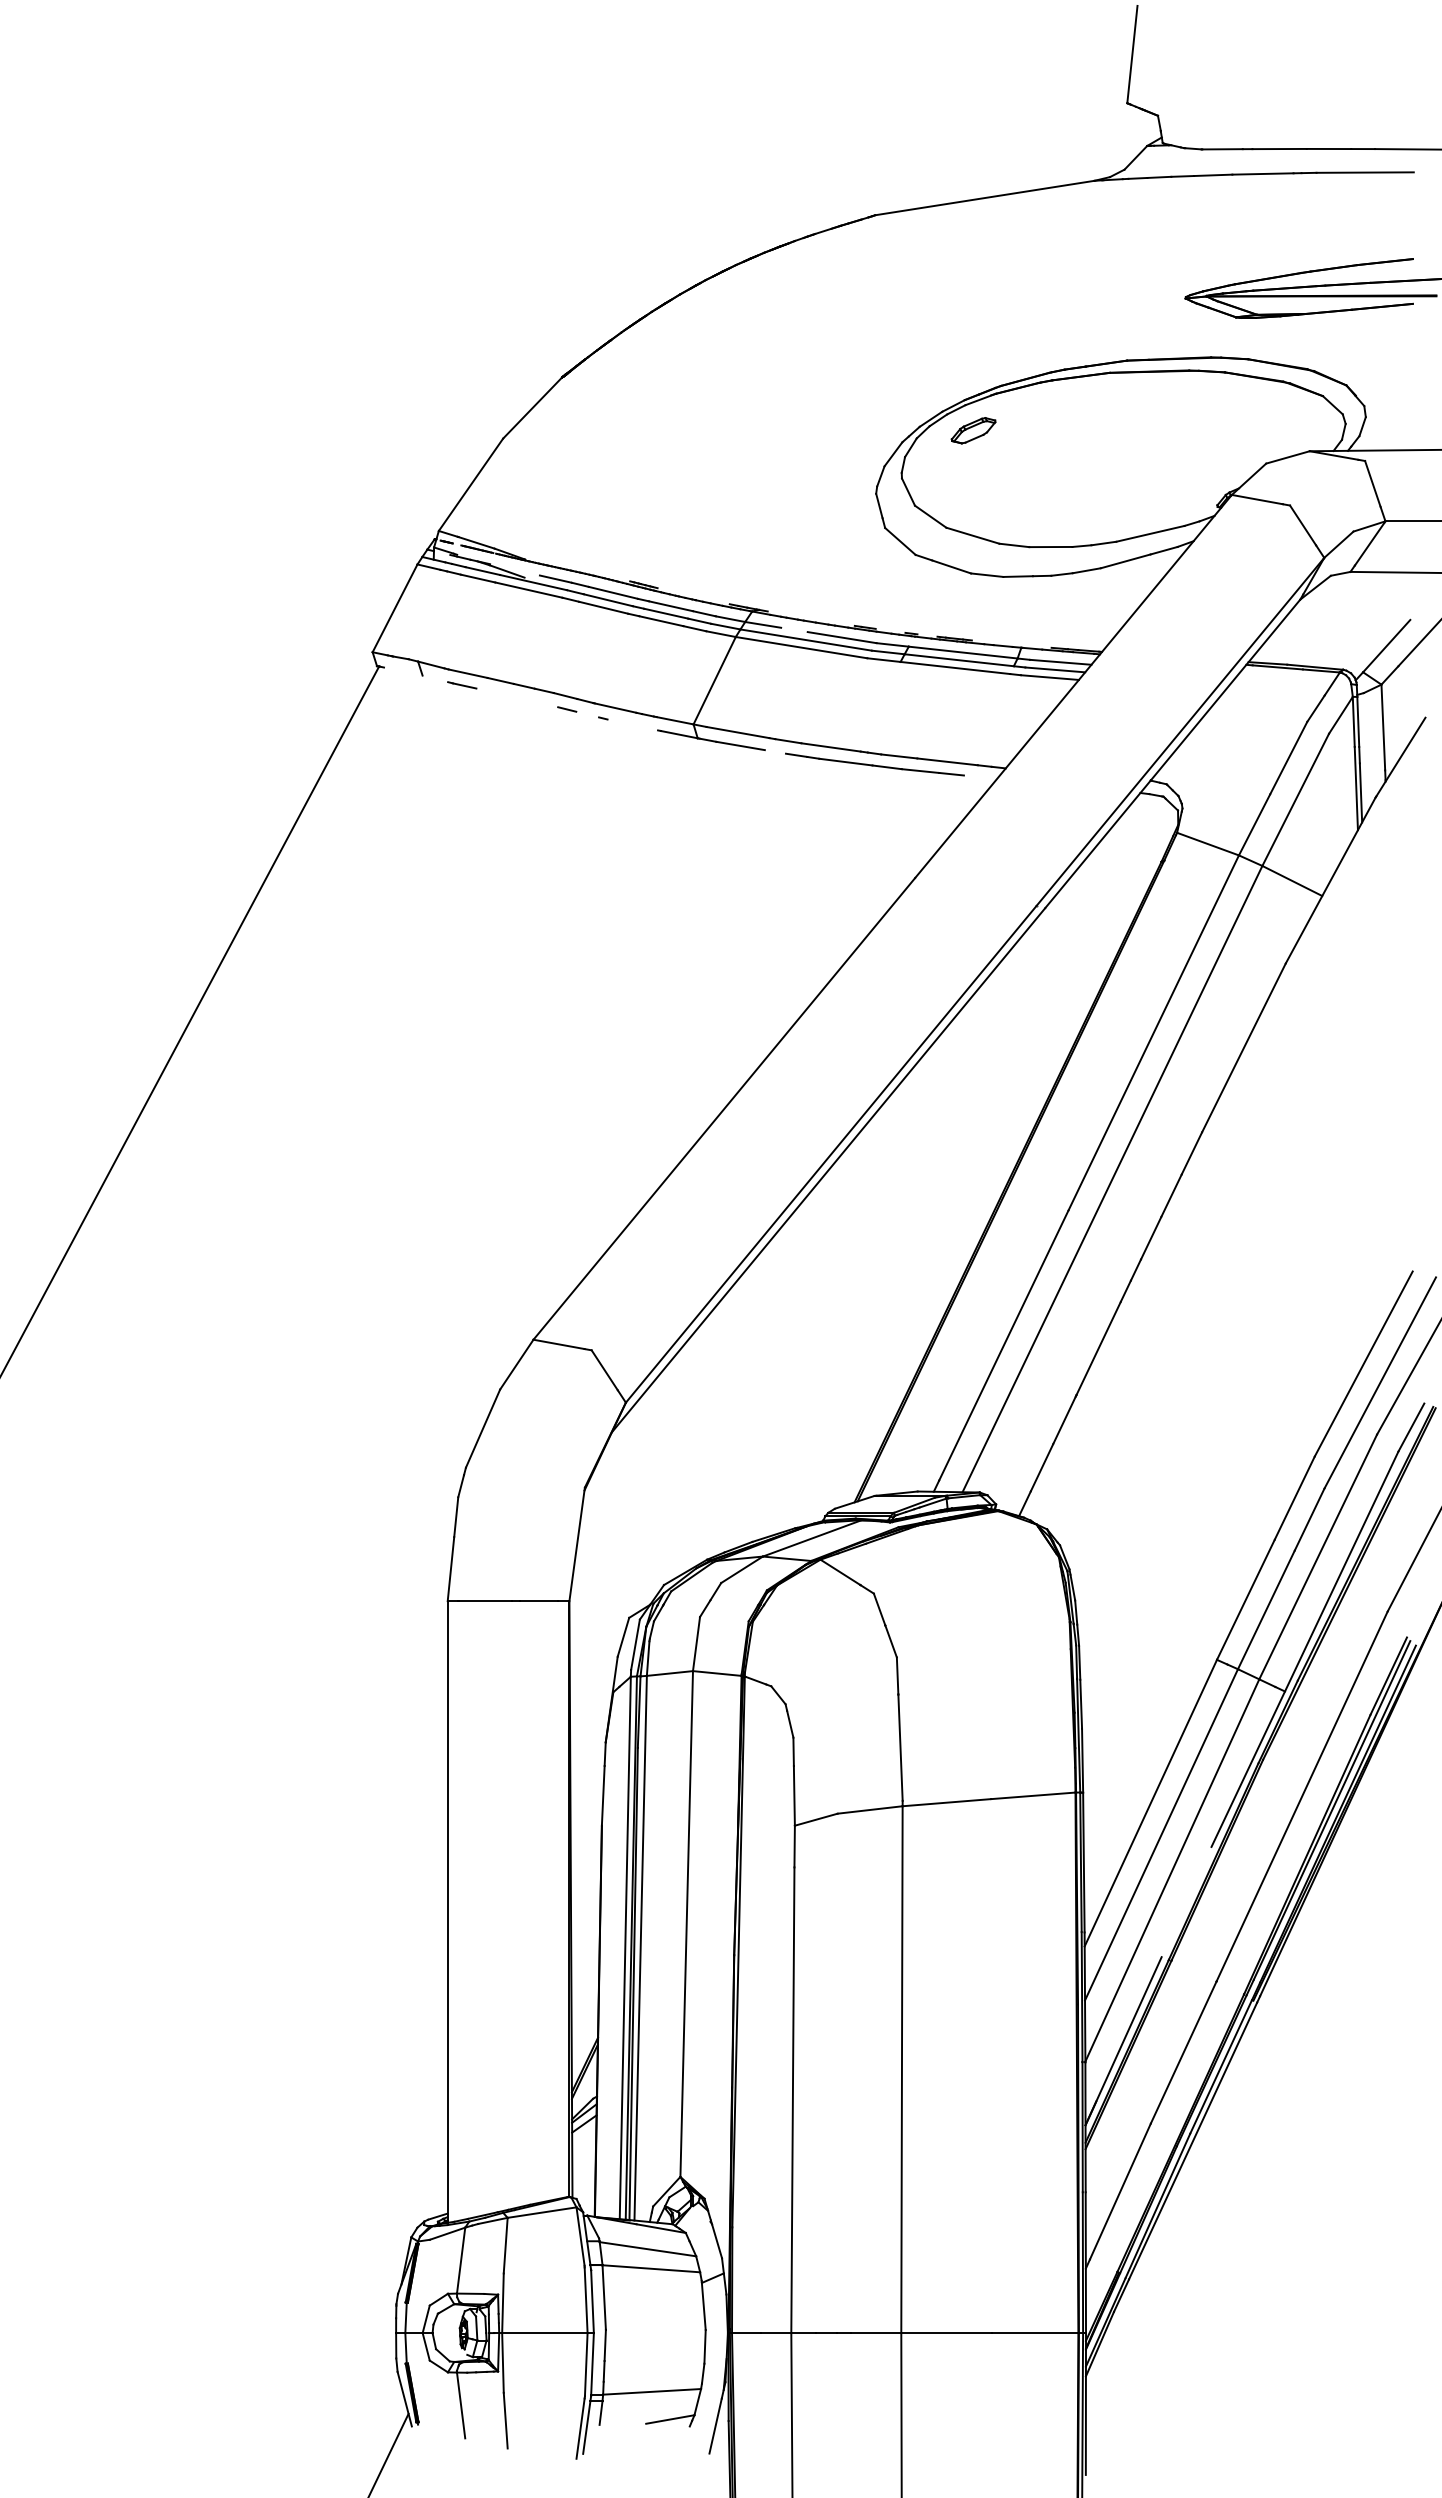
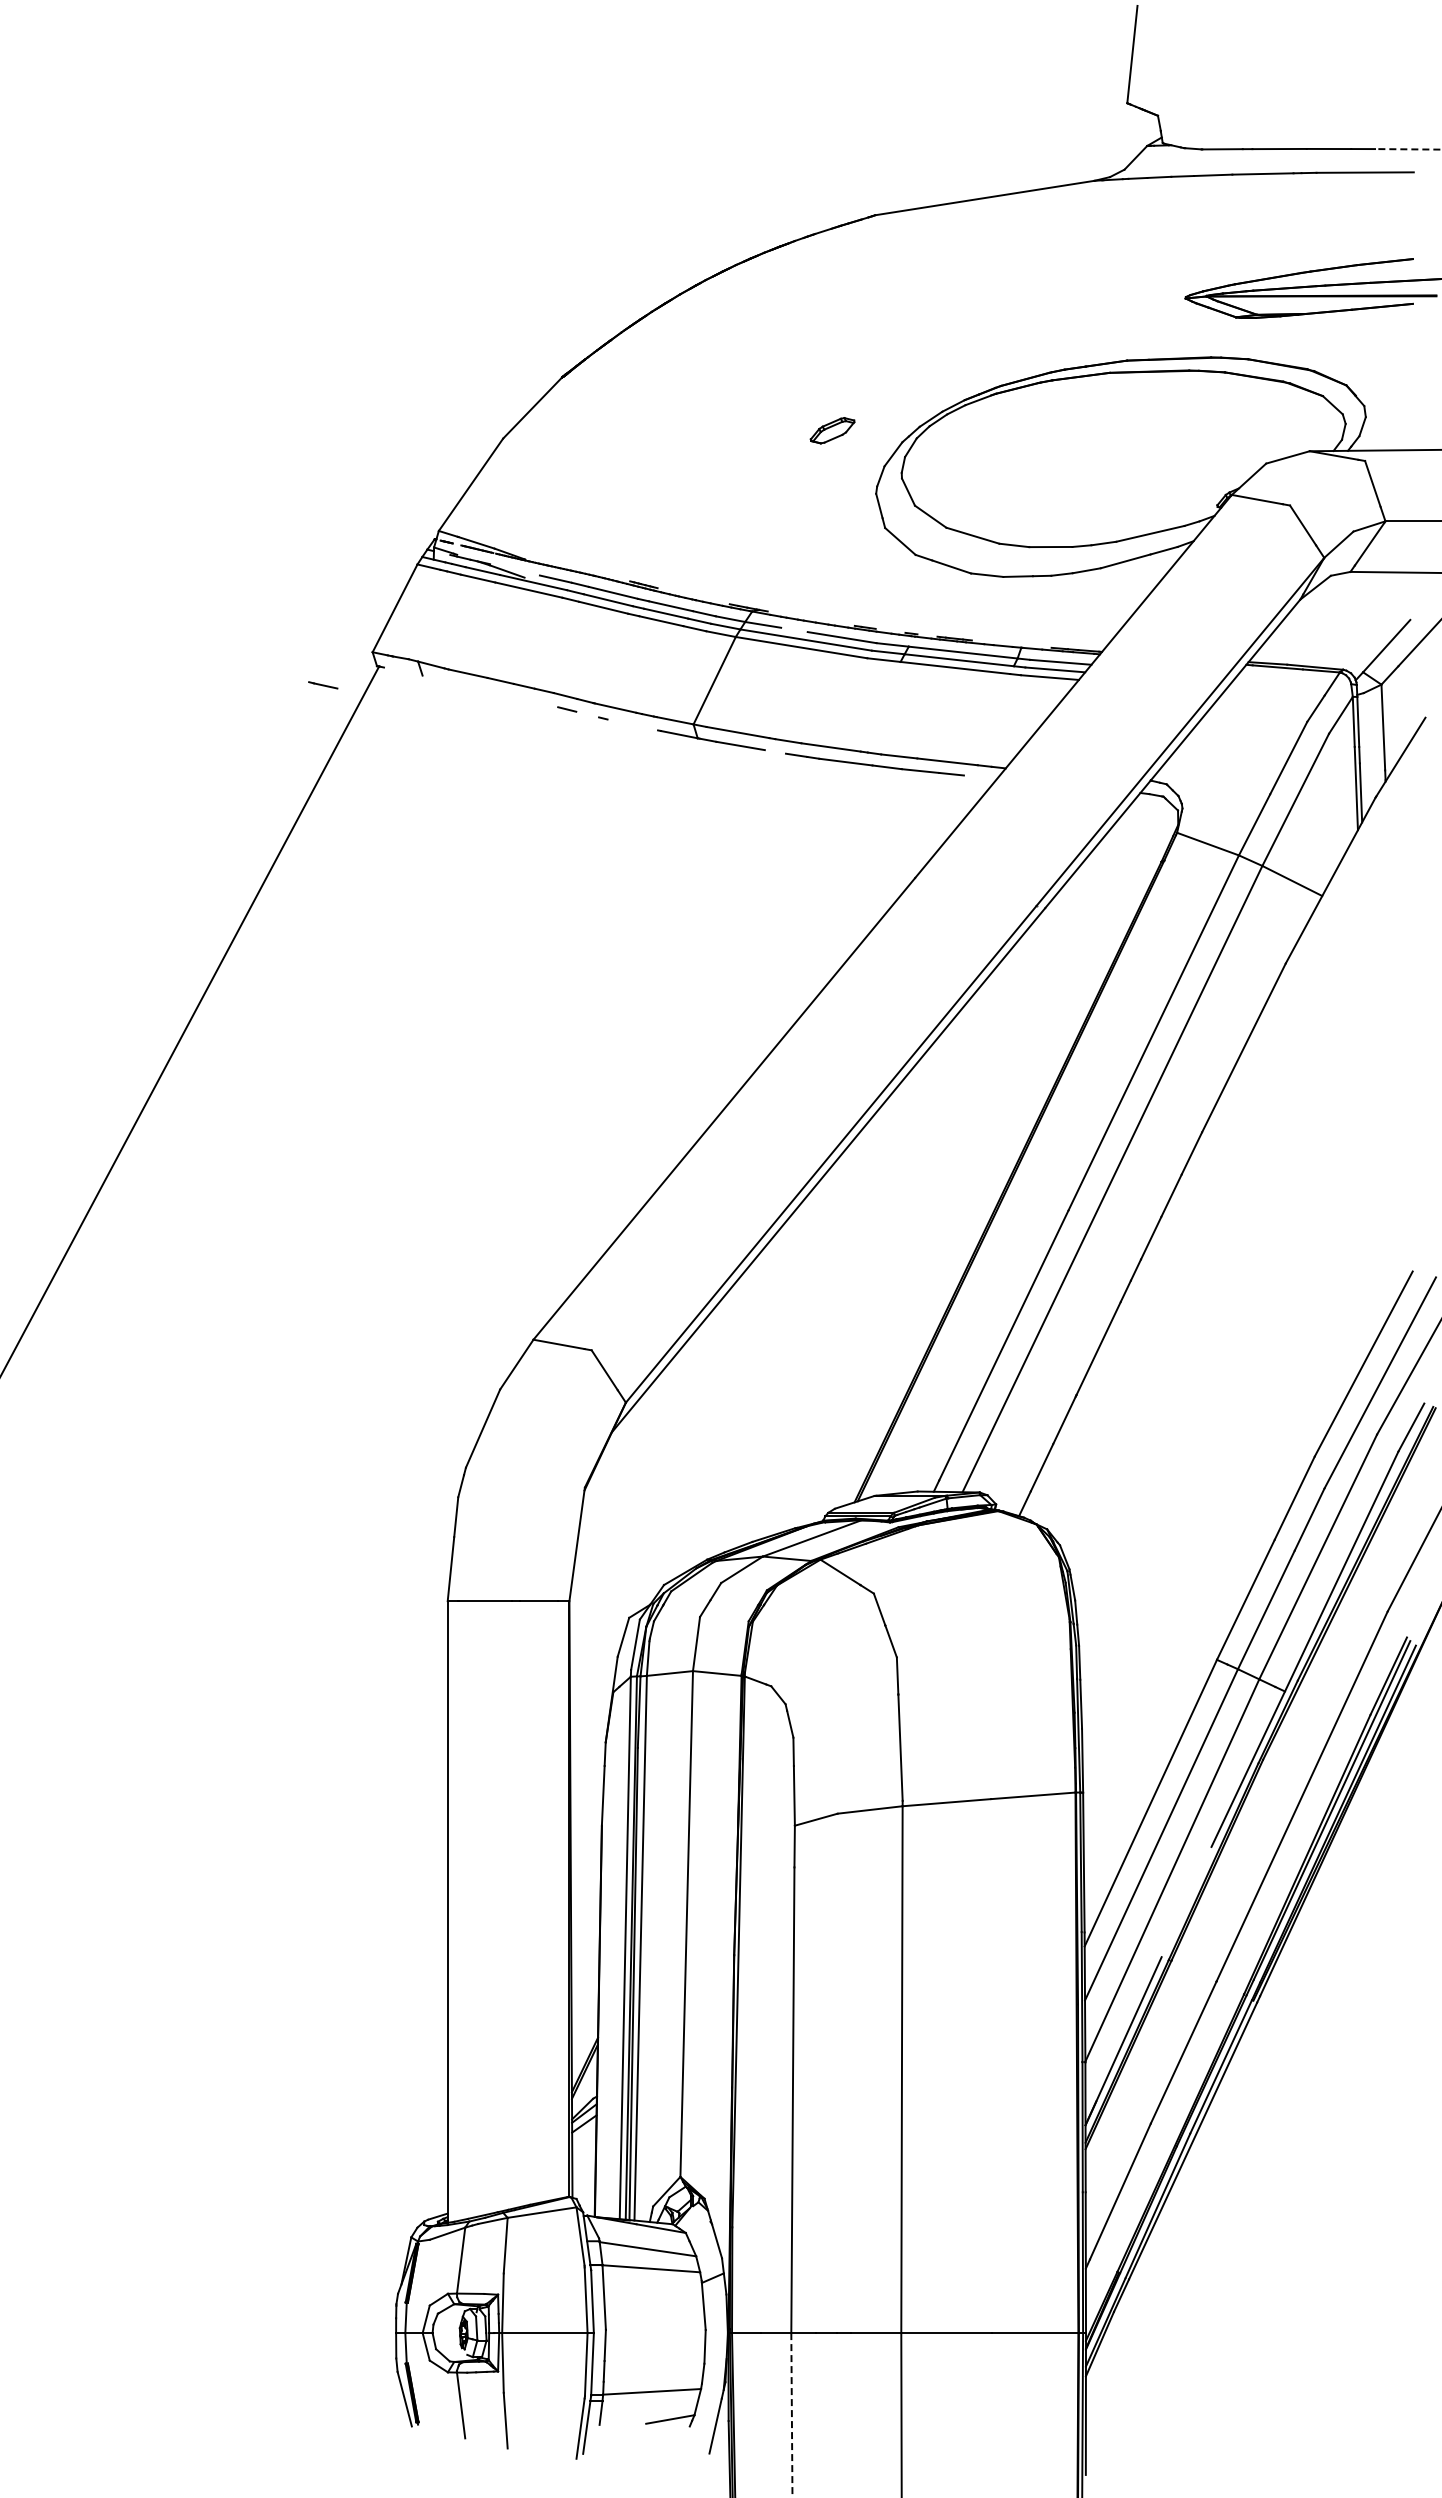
line at (1407, 149): solid -> dashed
part at (973, 430) position: (973, 430) -> (832, 430)
line at (462, 685) position: (462, 685) -> (323, 685)
line at (791, 2416): solid -> dashed
line at (389, 2453): present -> none
